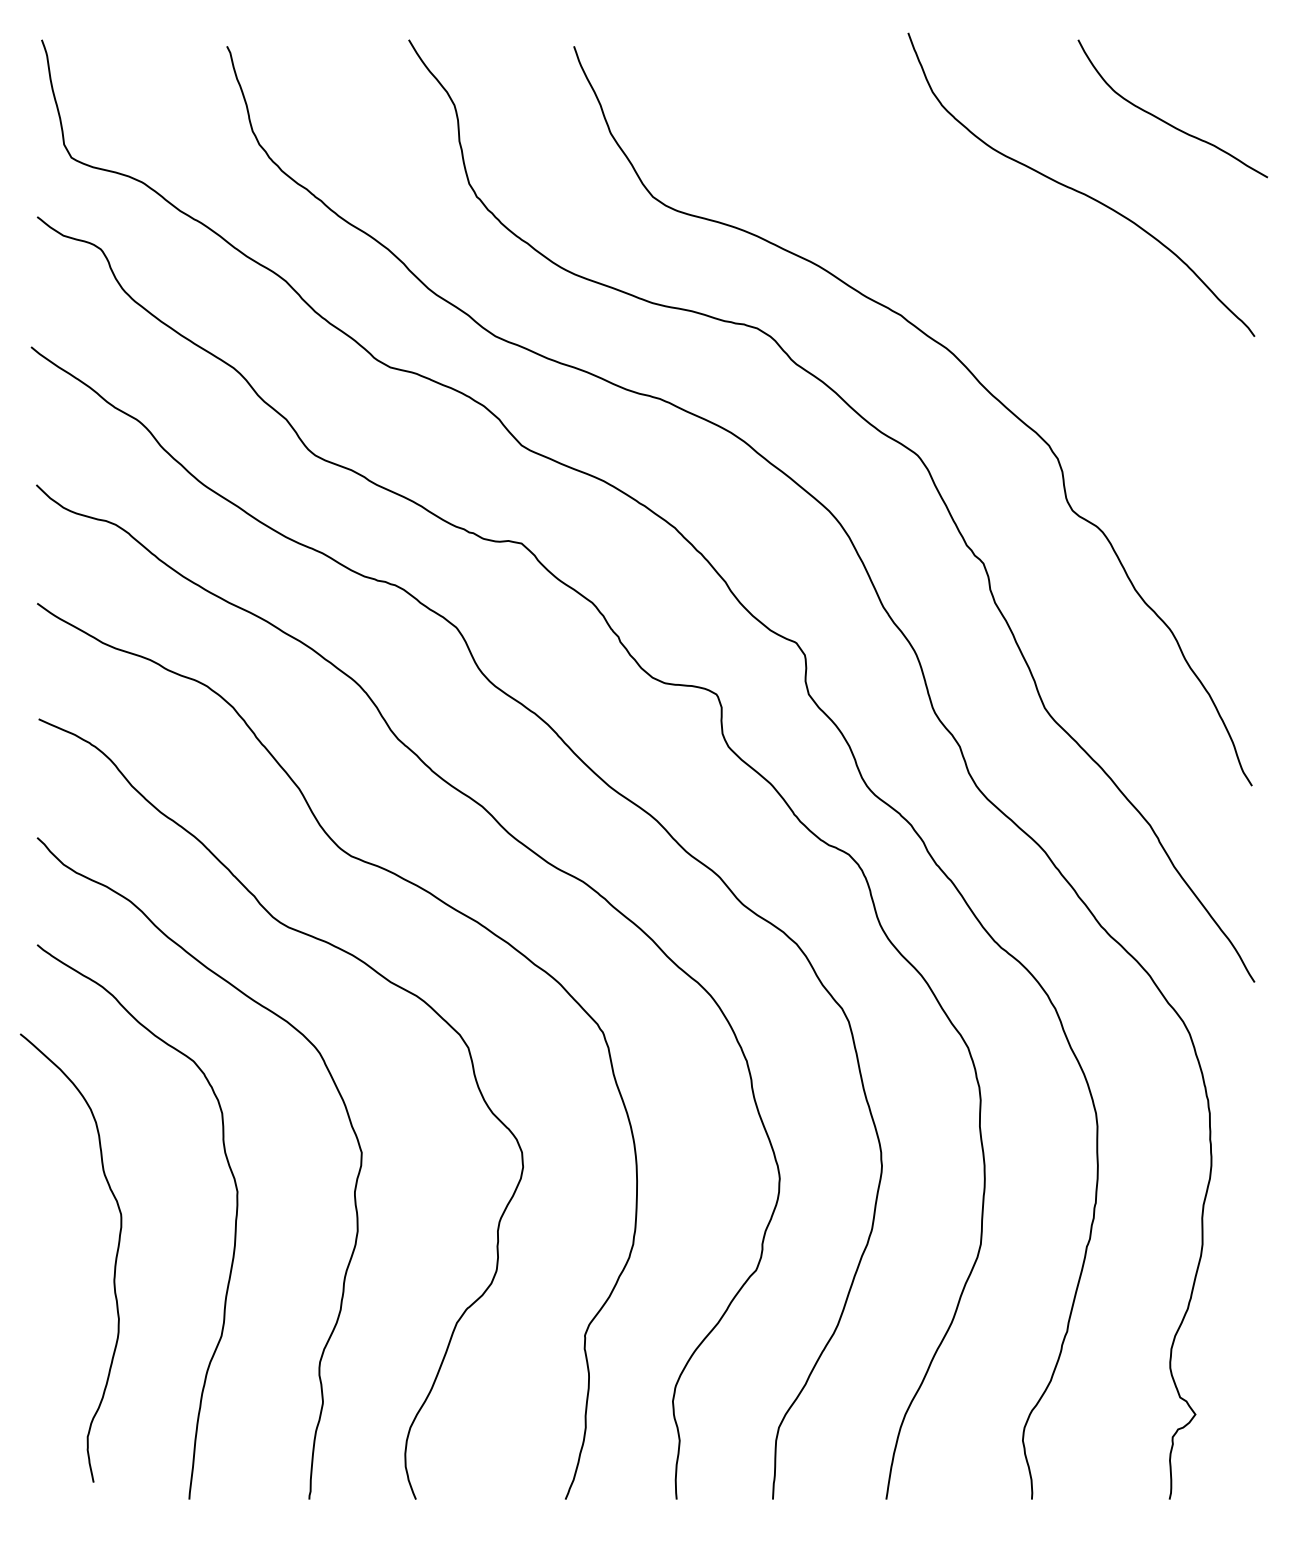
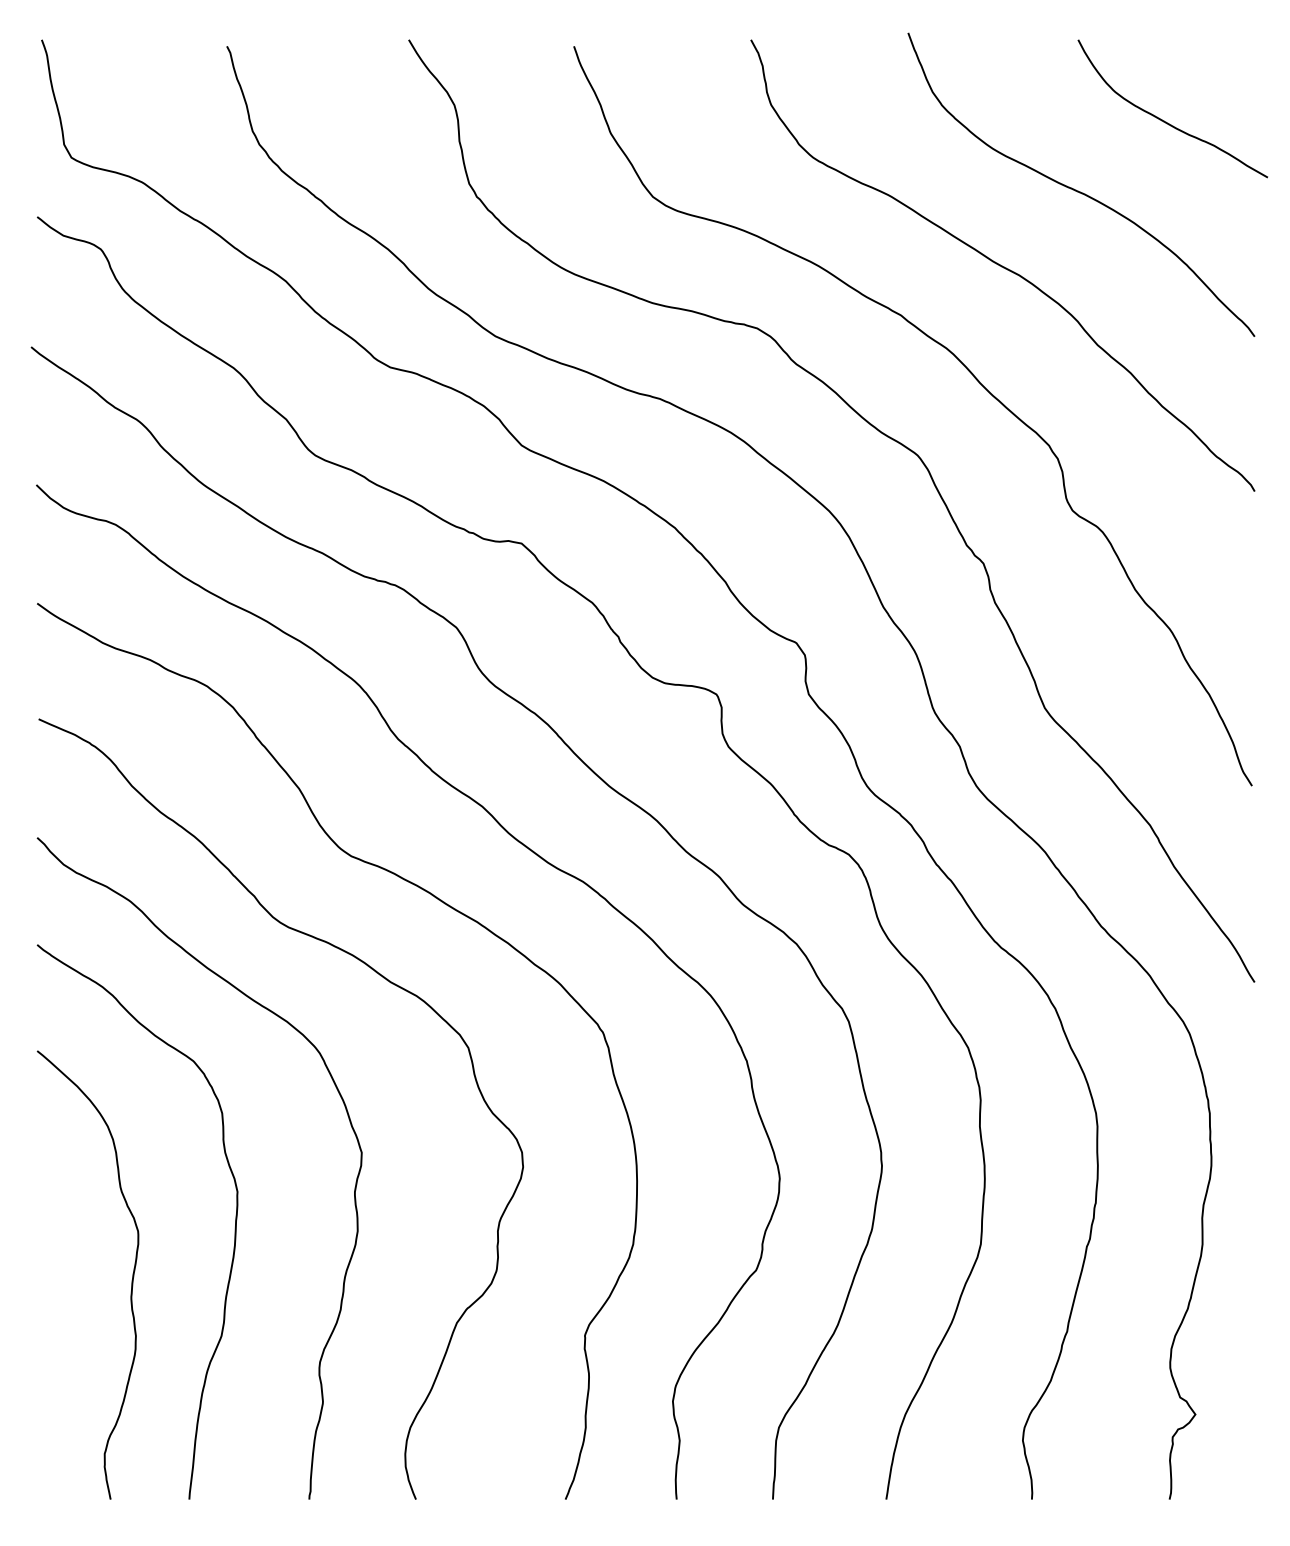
curve at (1002, 265): none -> present
curve at (114, 1263) position: (114, 1263) -> (131, 1280)
